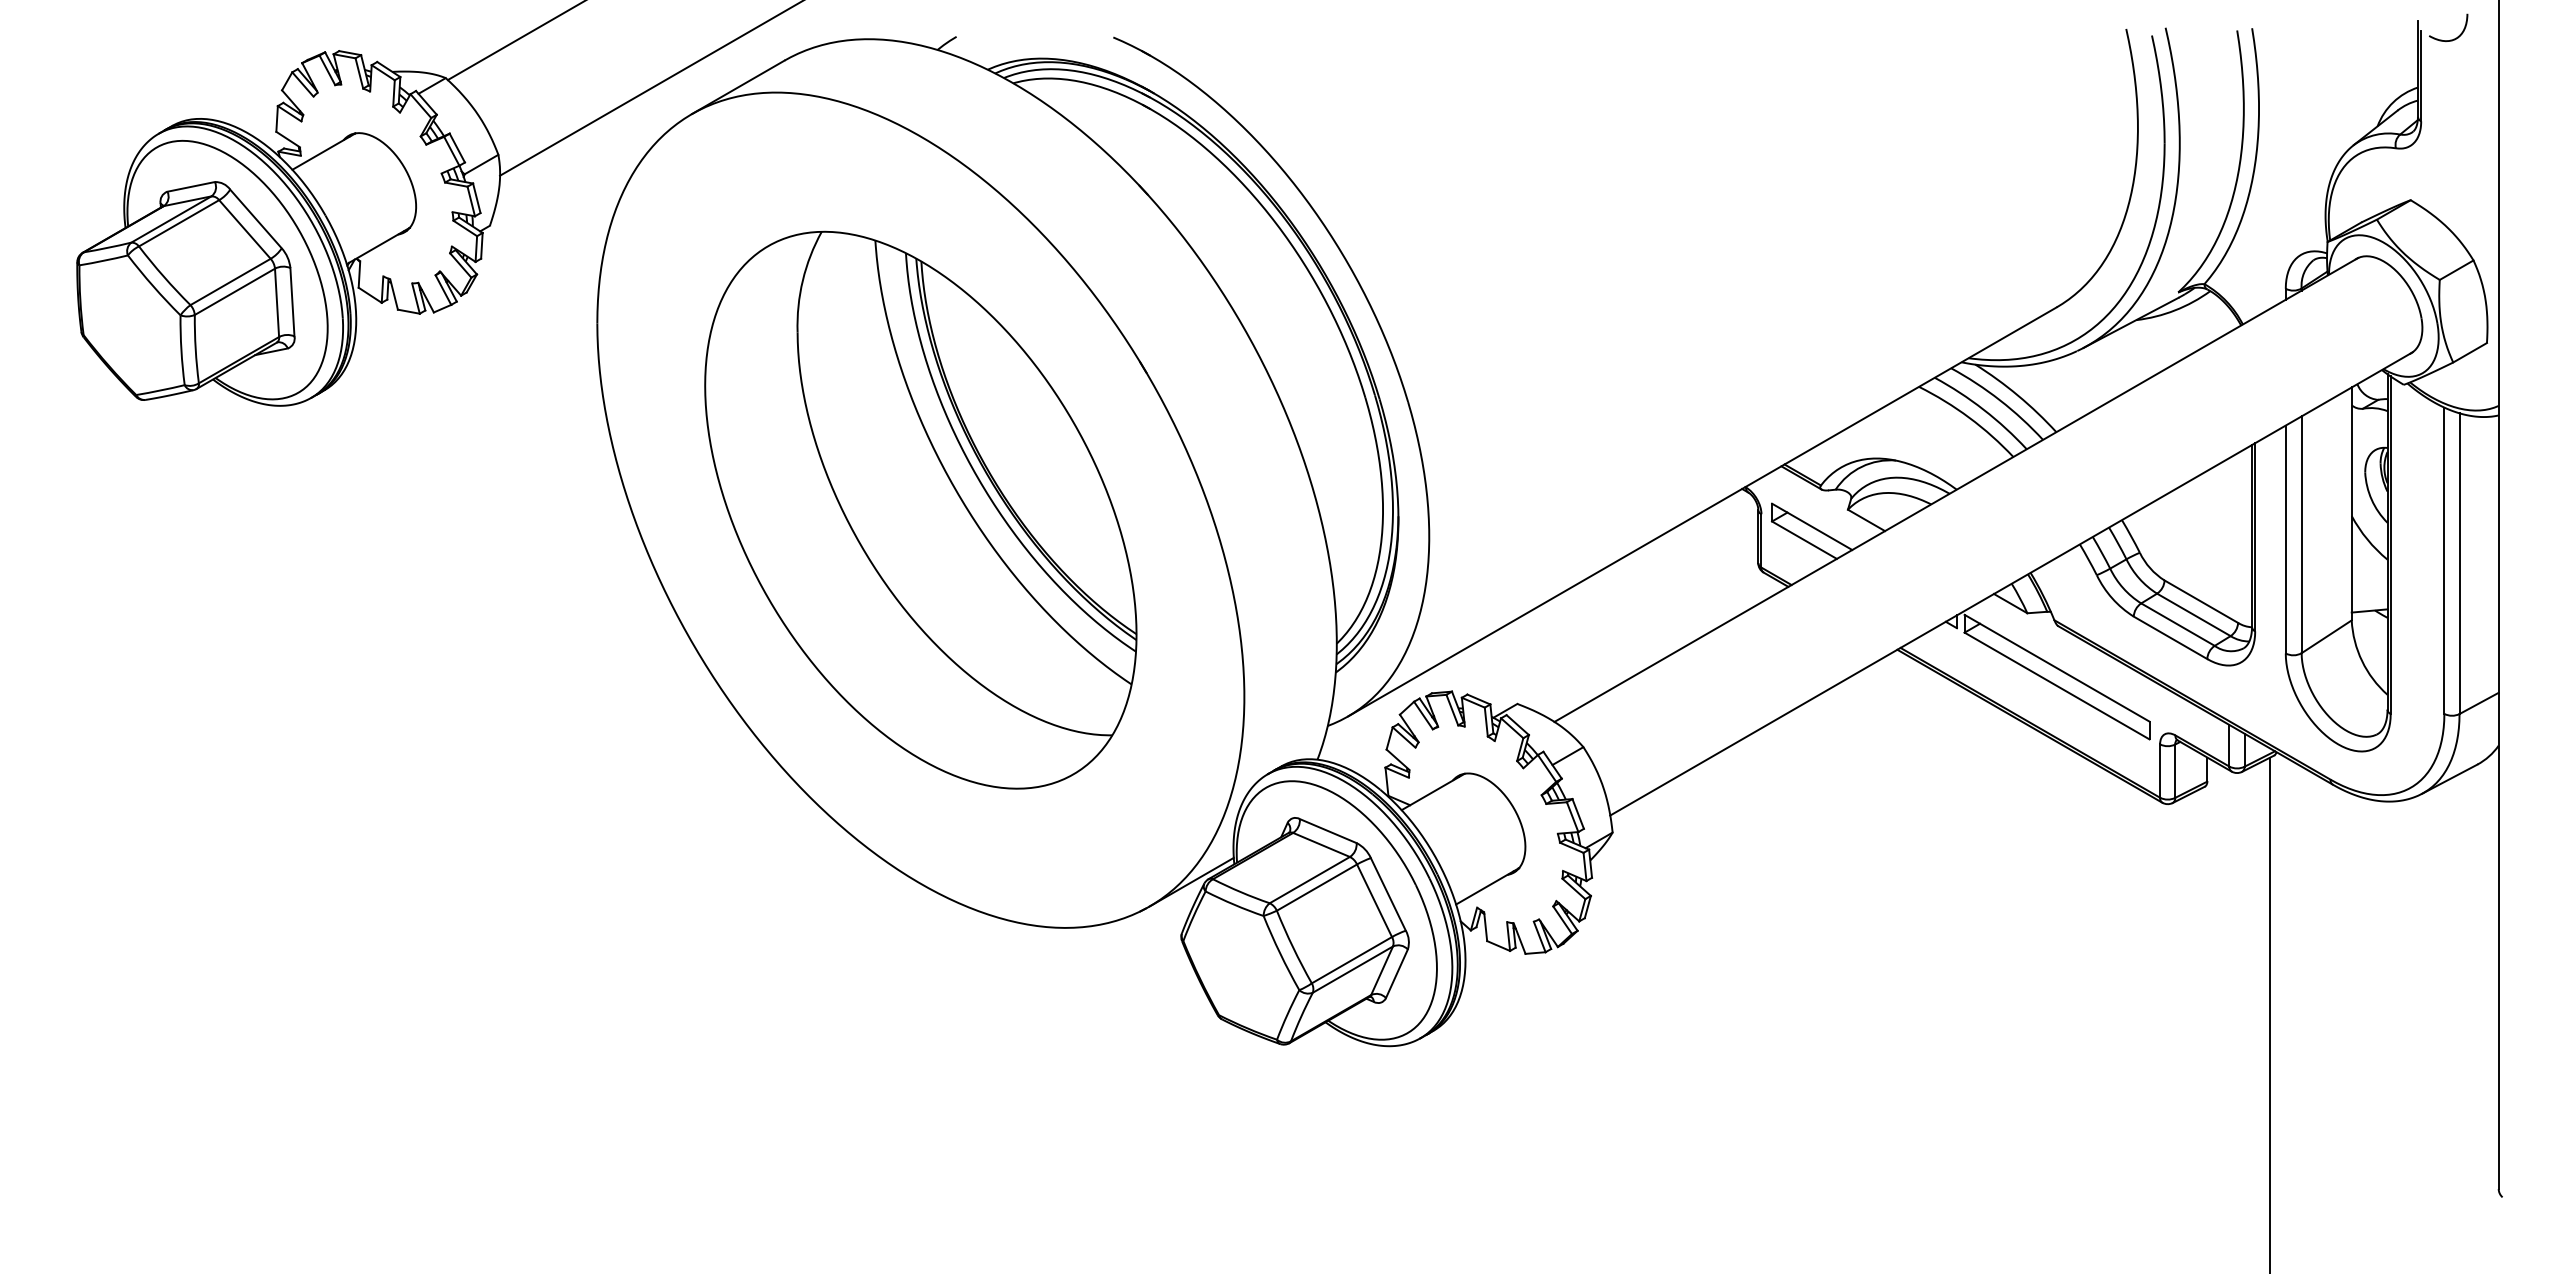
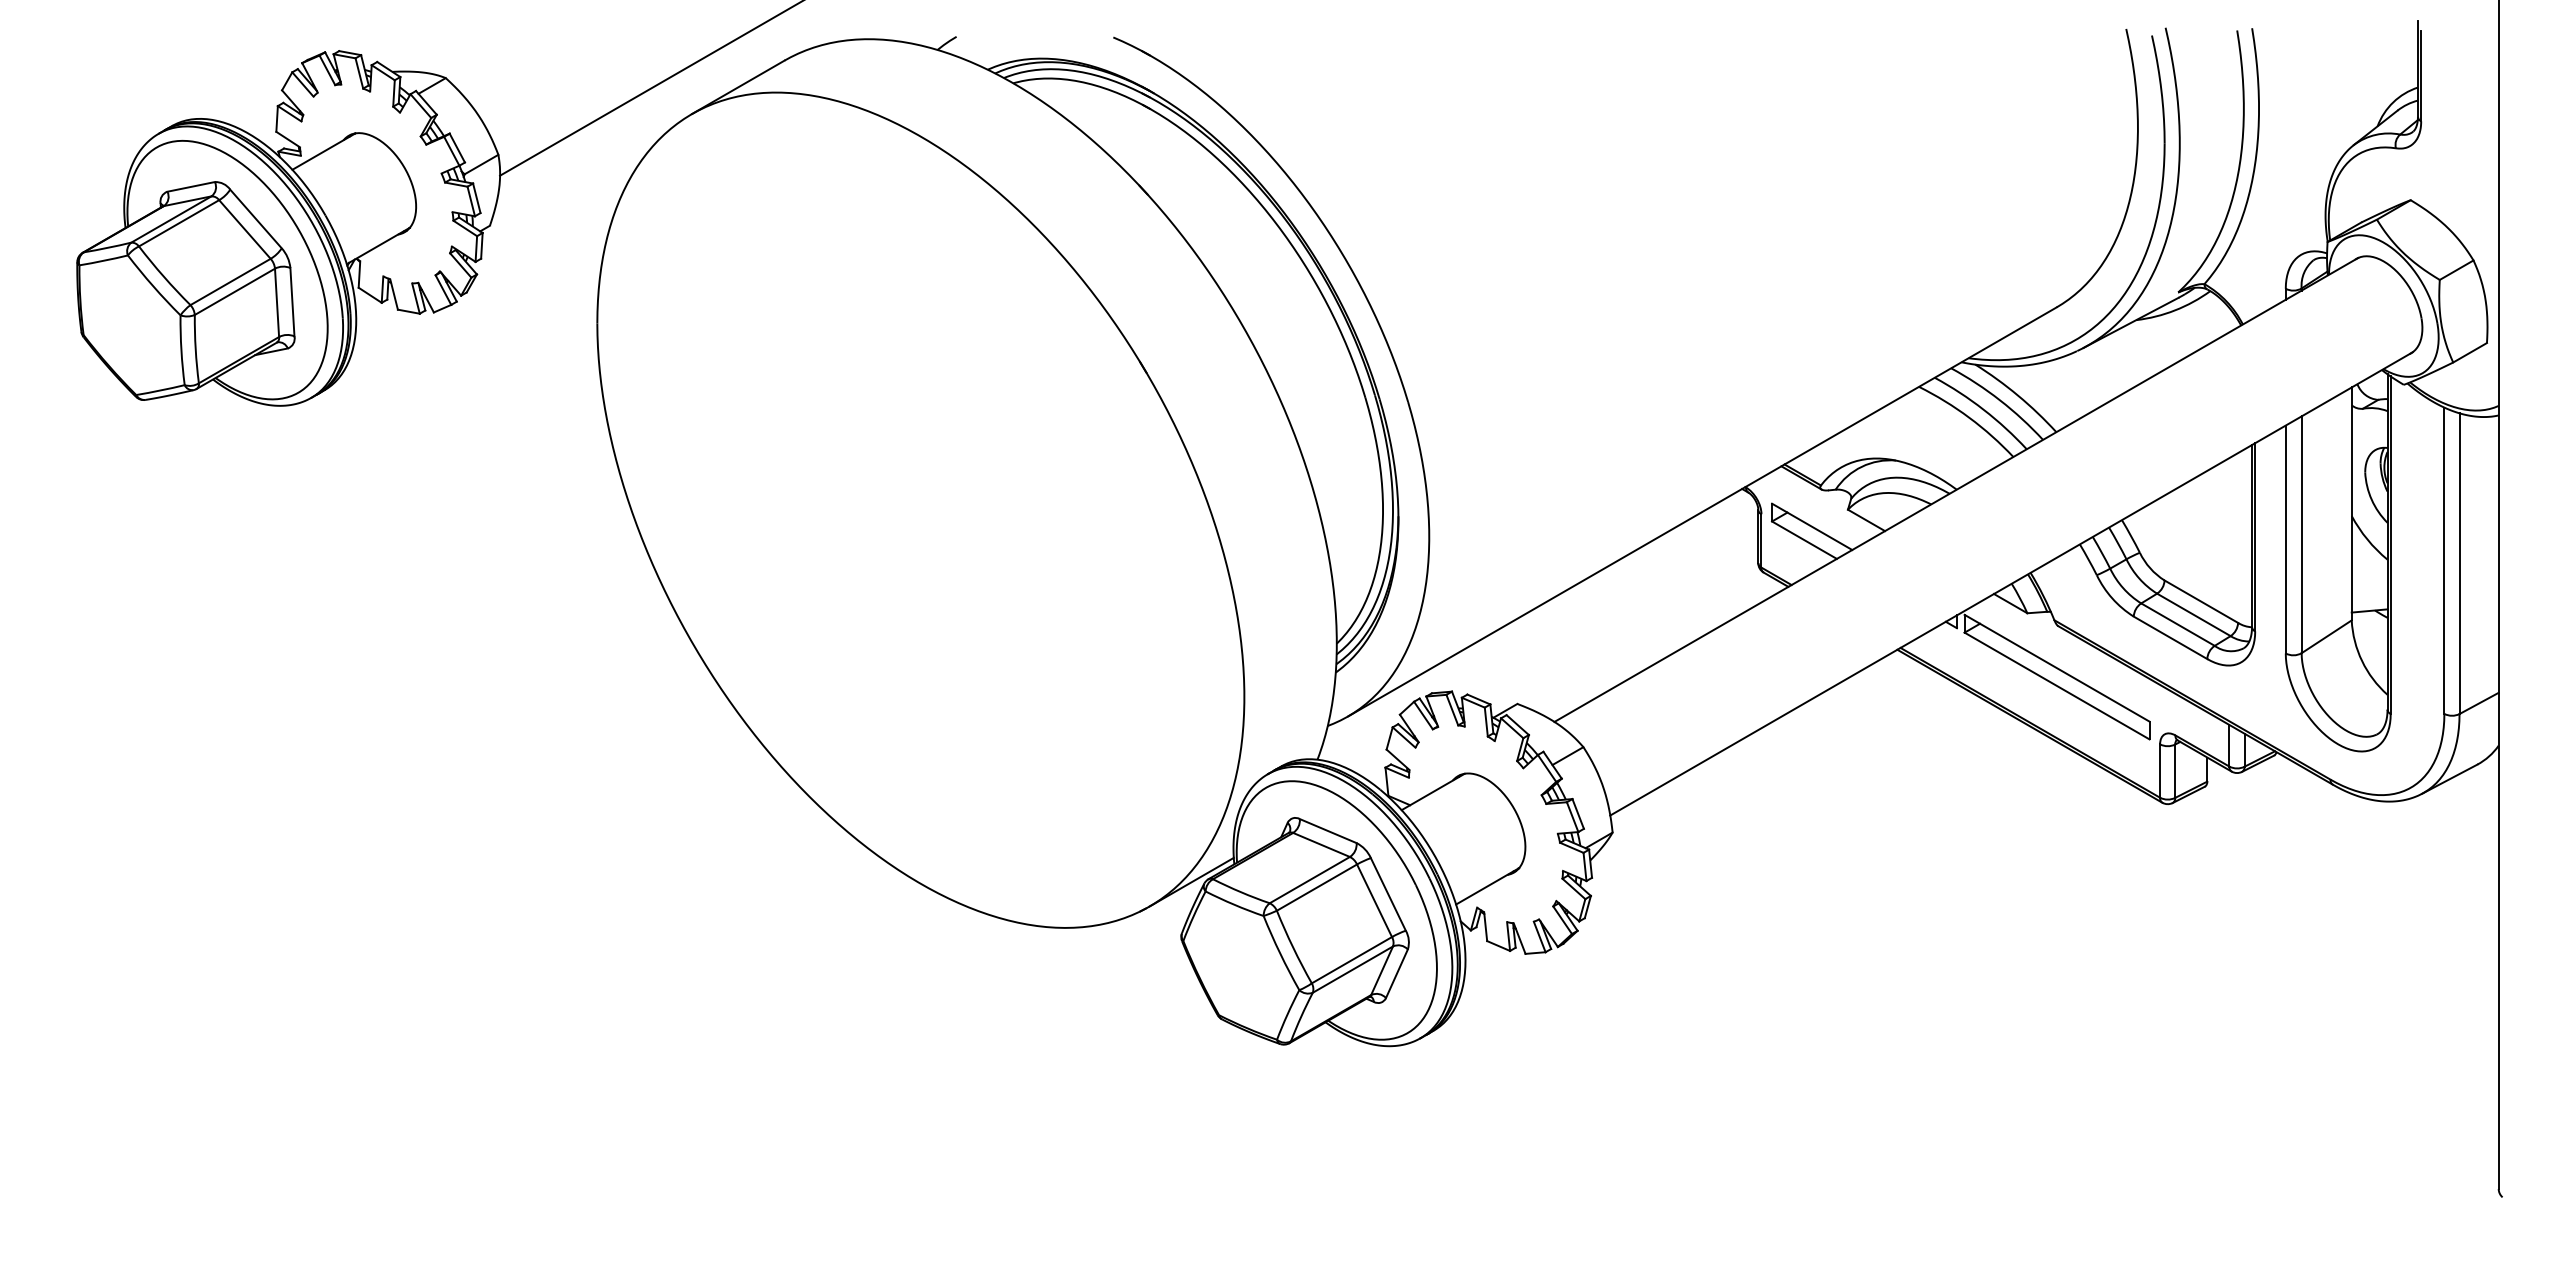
curve at (2453, 38): present -> none
line at (515, 41): present -> none
part at (920, 509): present -> none
line at (2269, 1013): present -> none
